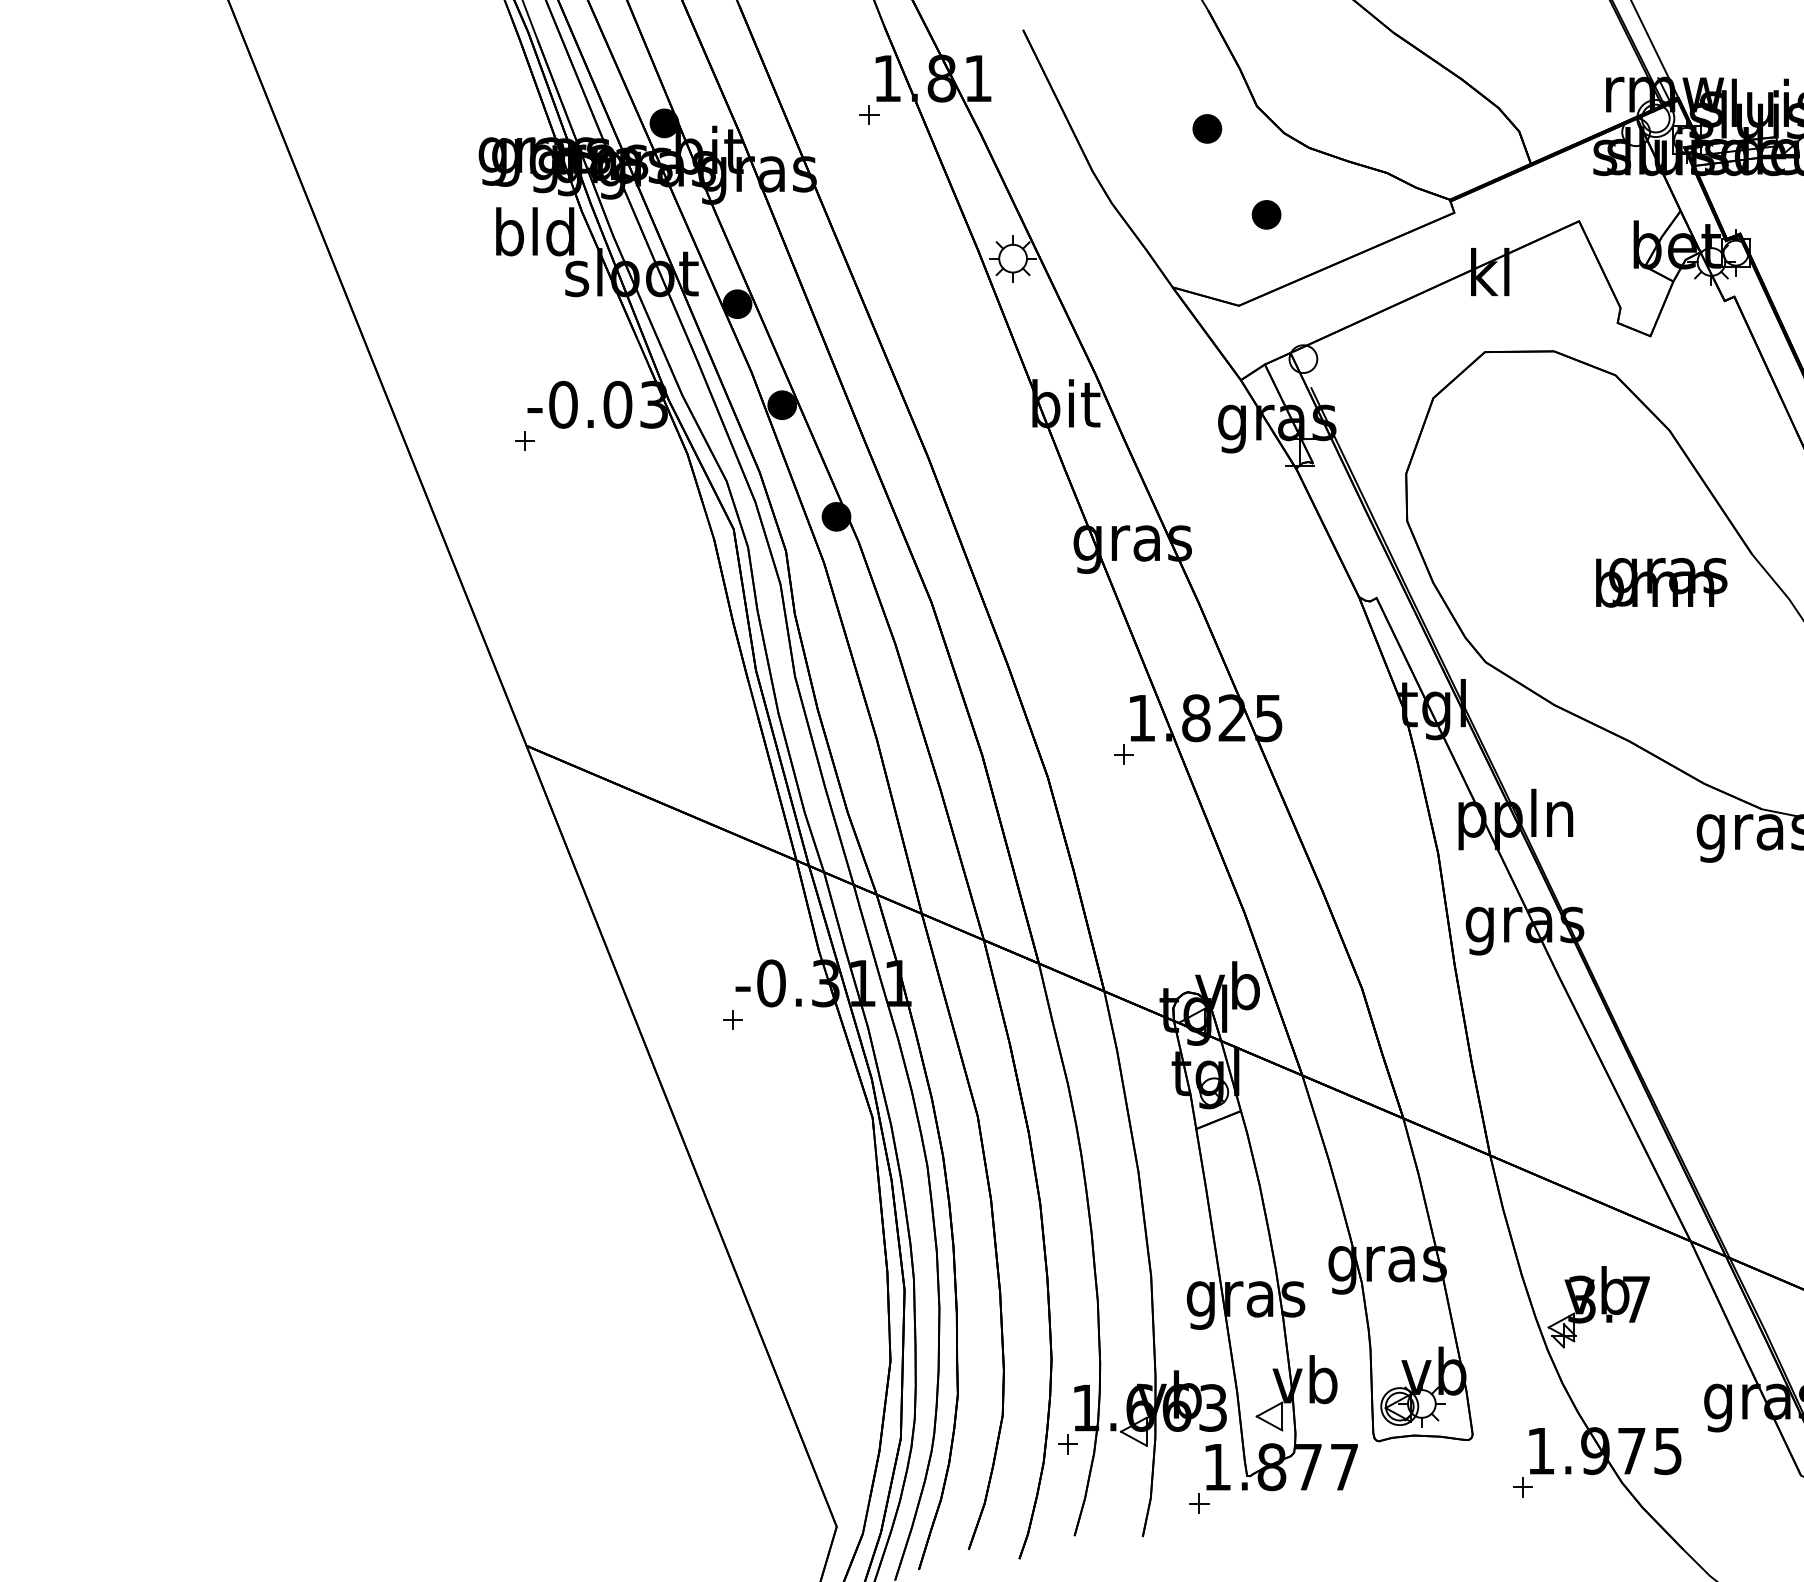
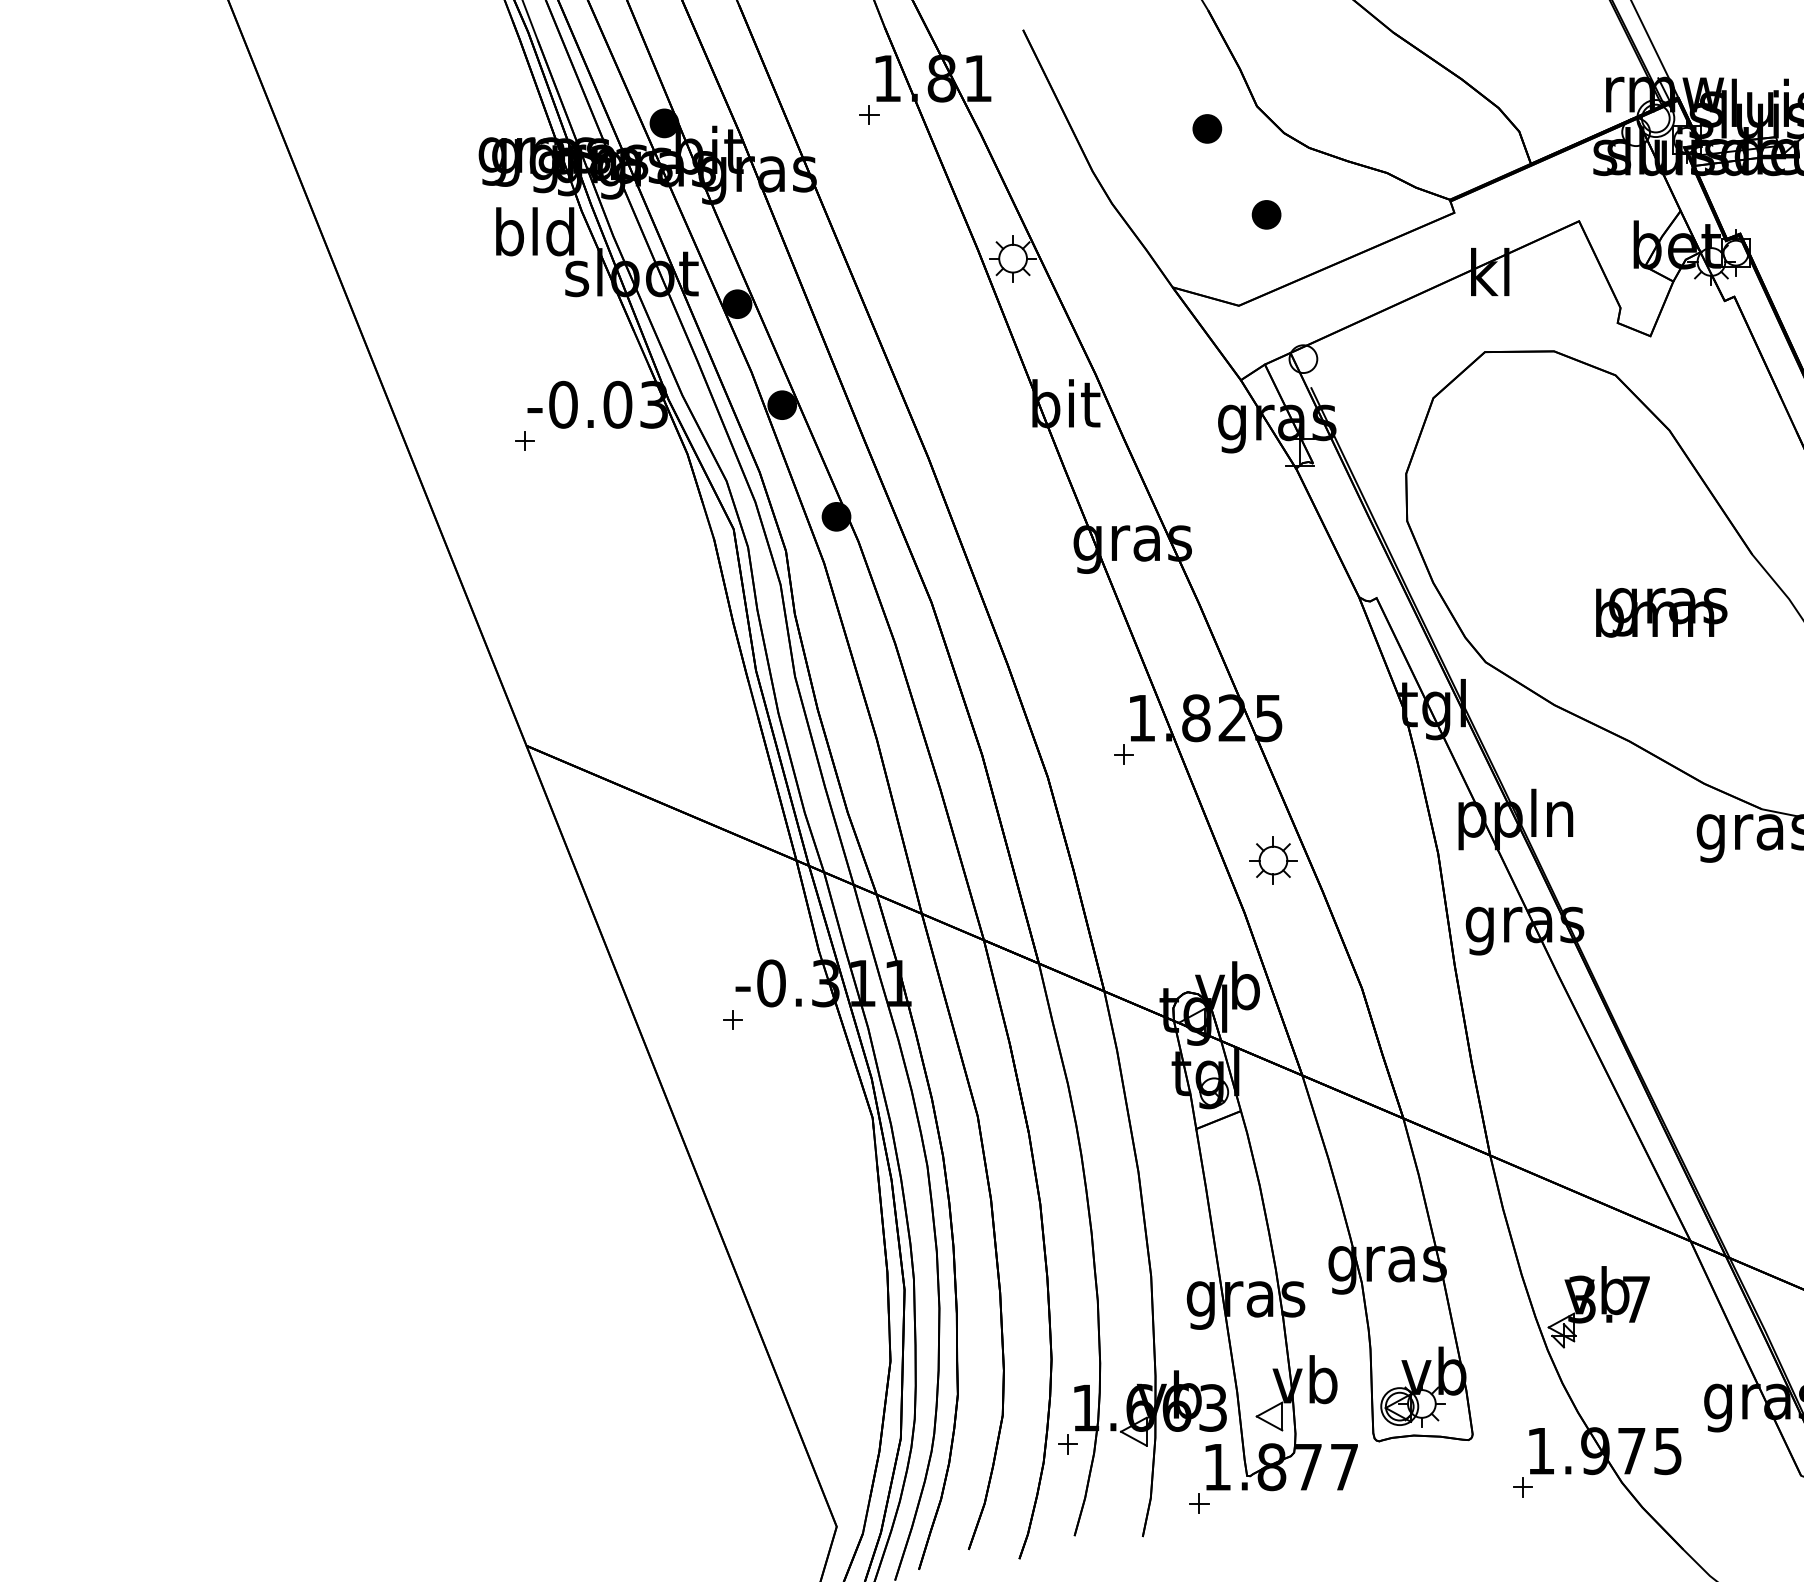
text at (1661, 582) position: (1661, 582) -> (1661, 612)
part at (1273, 860): none -> present
